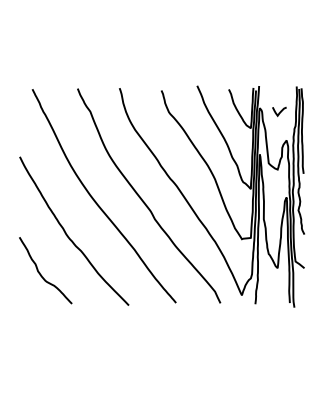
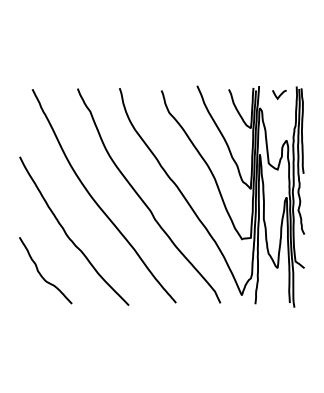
curve at (279, 111) position: (279, 111) -> (279, 94)
